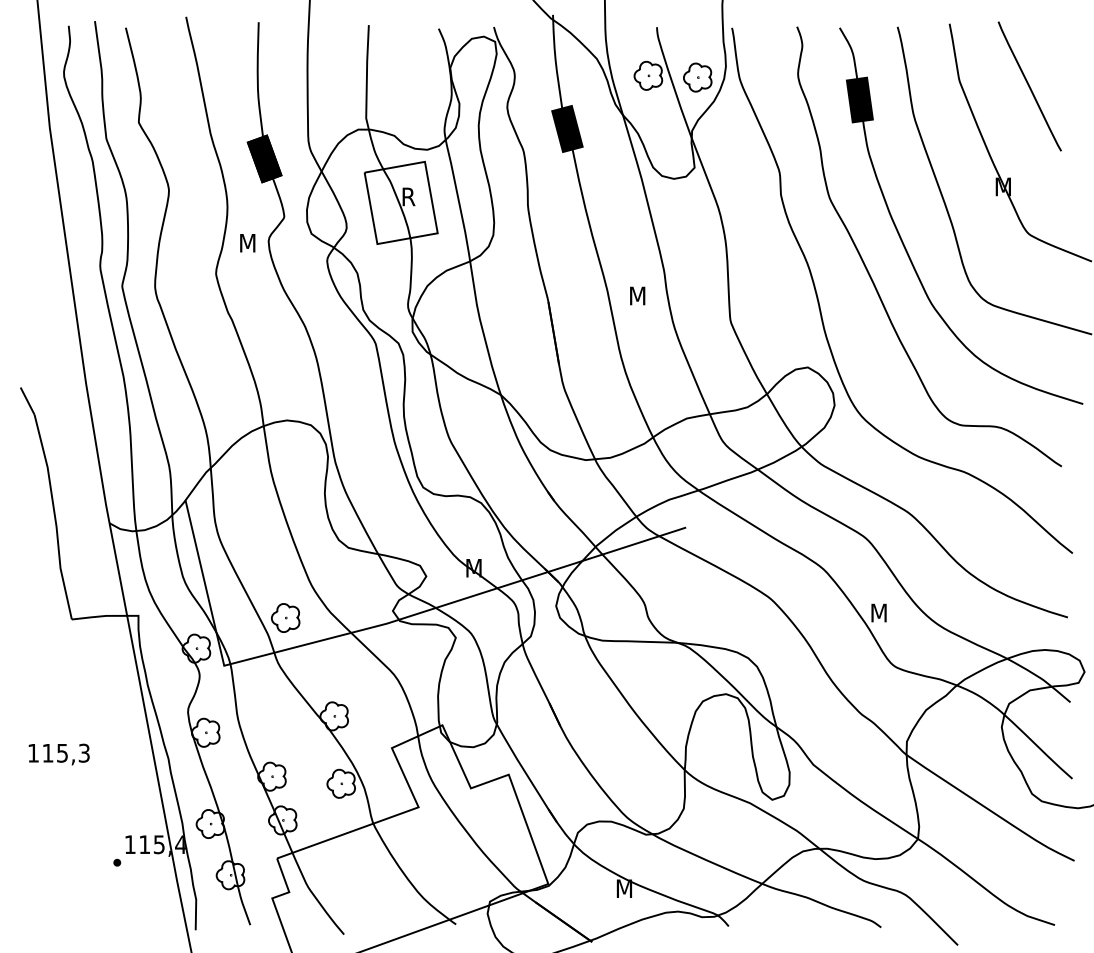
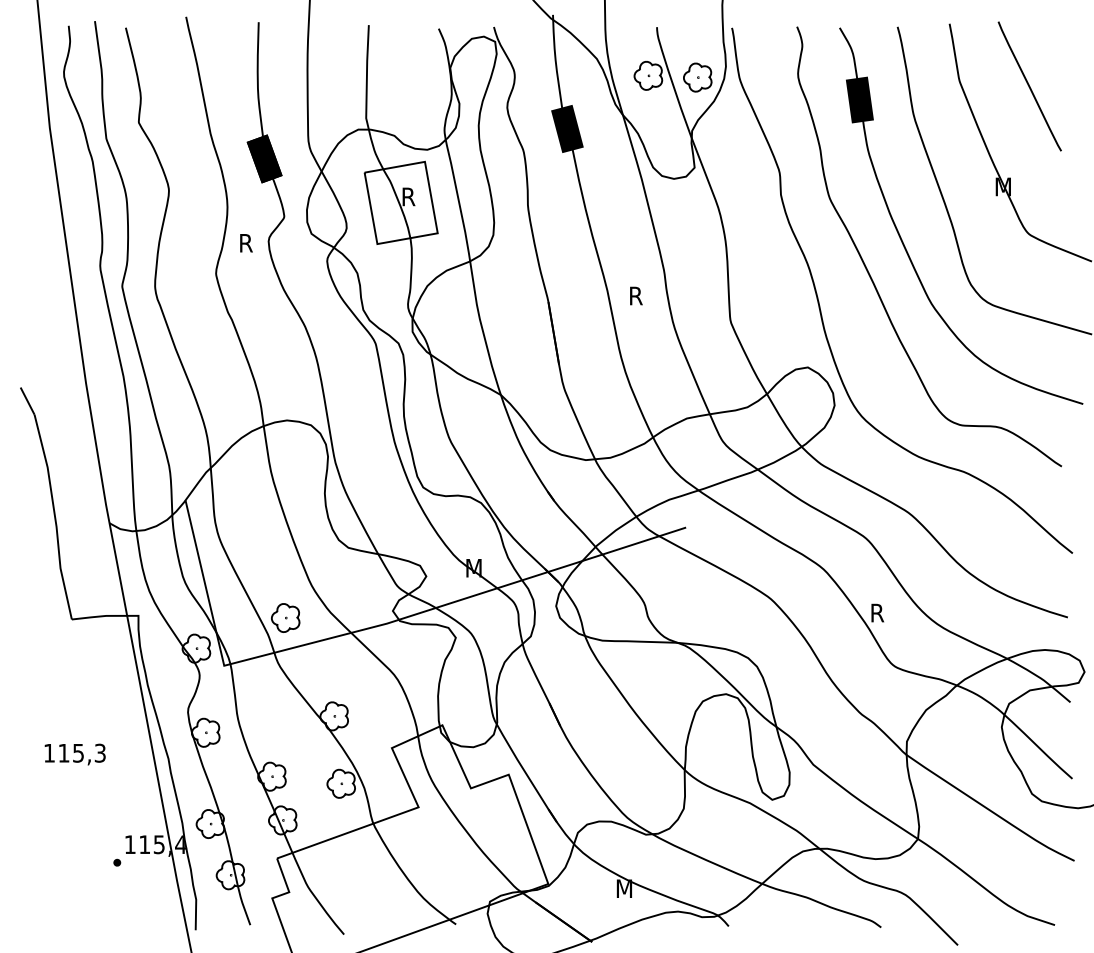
text at (248, 243): M -> R
text at (638, 295): M -> R
text at (879, 612): M -> R
text at (58, 754) position: (58, 754) -> (74, 754)
